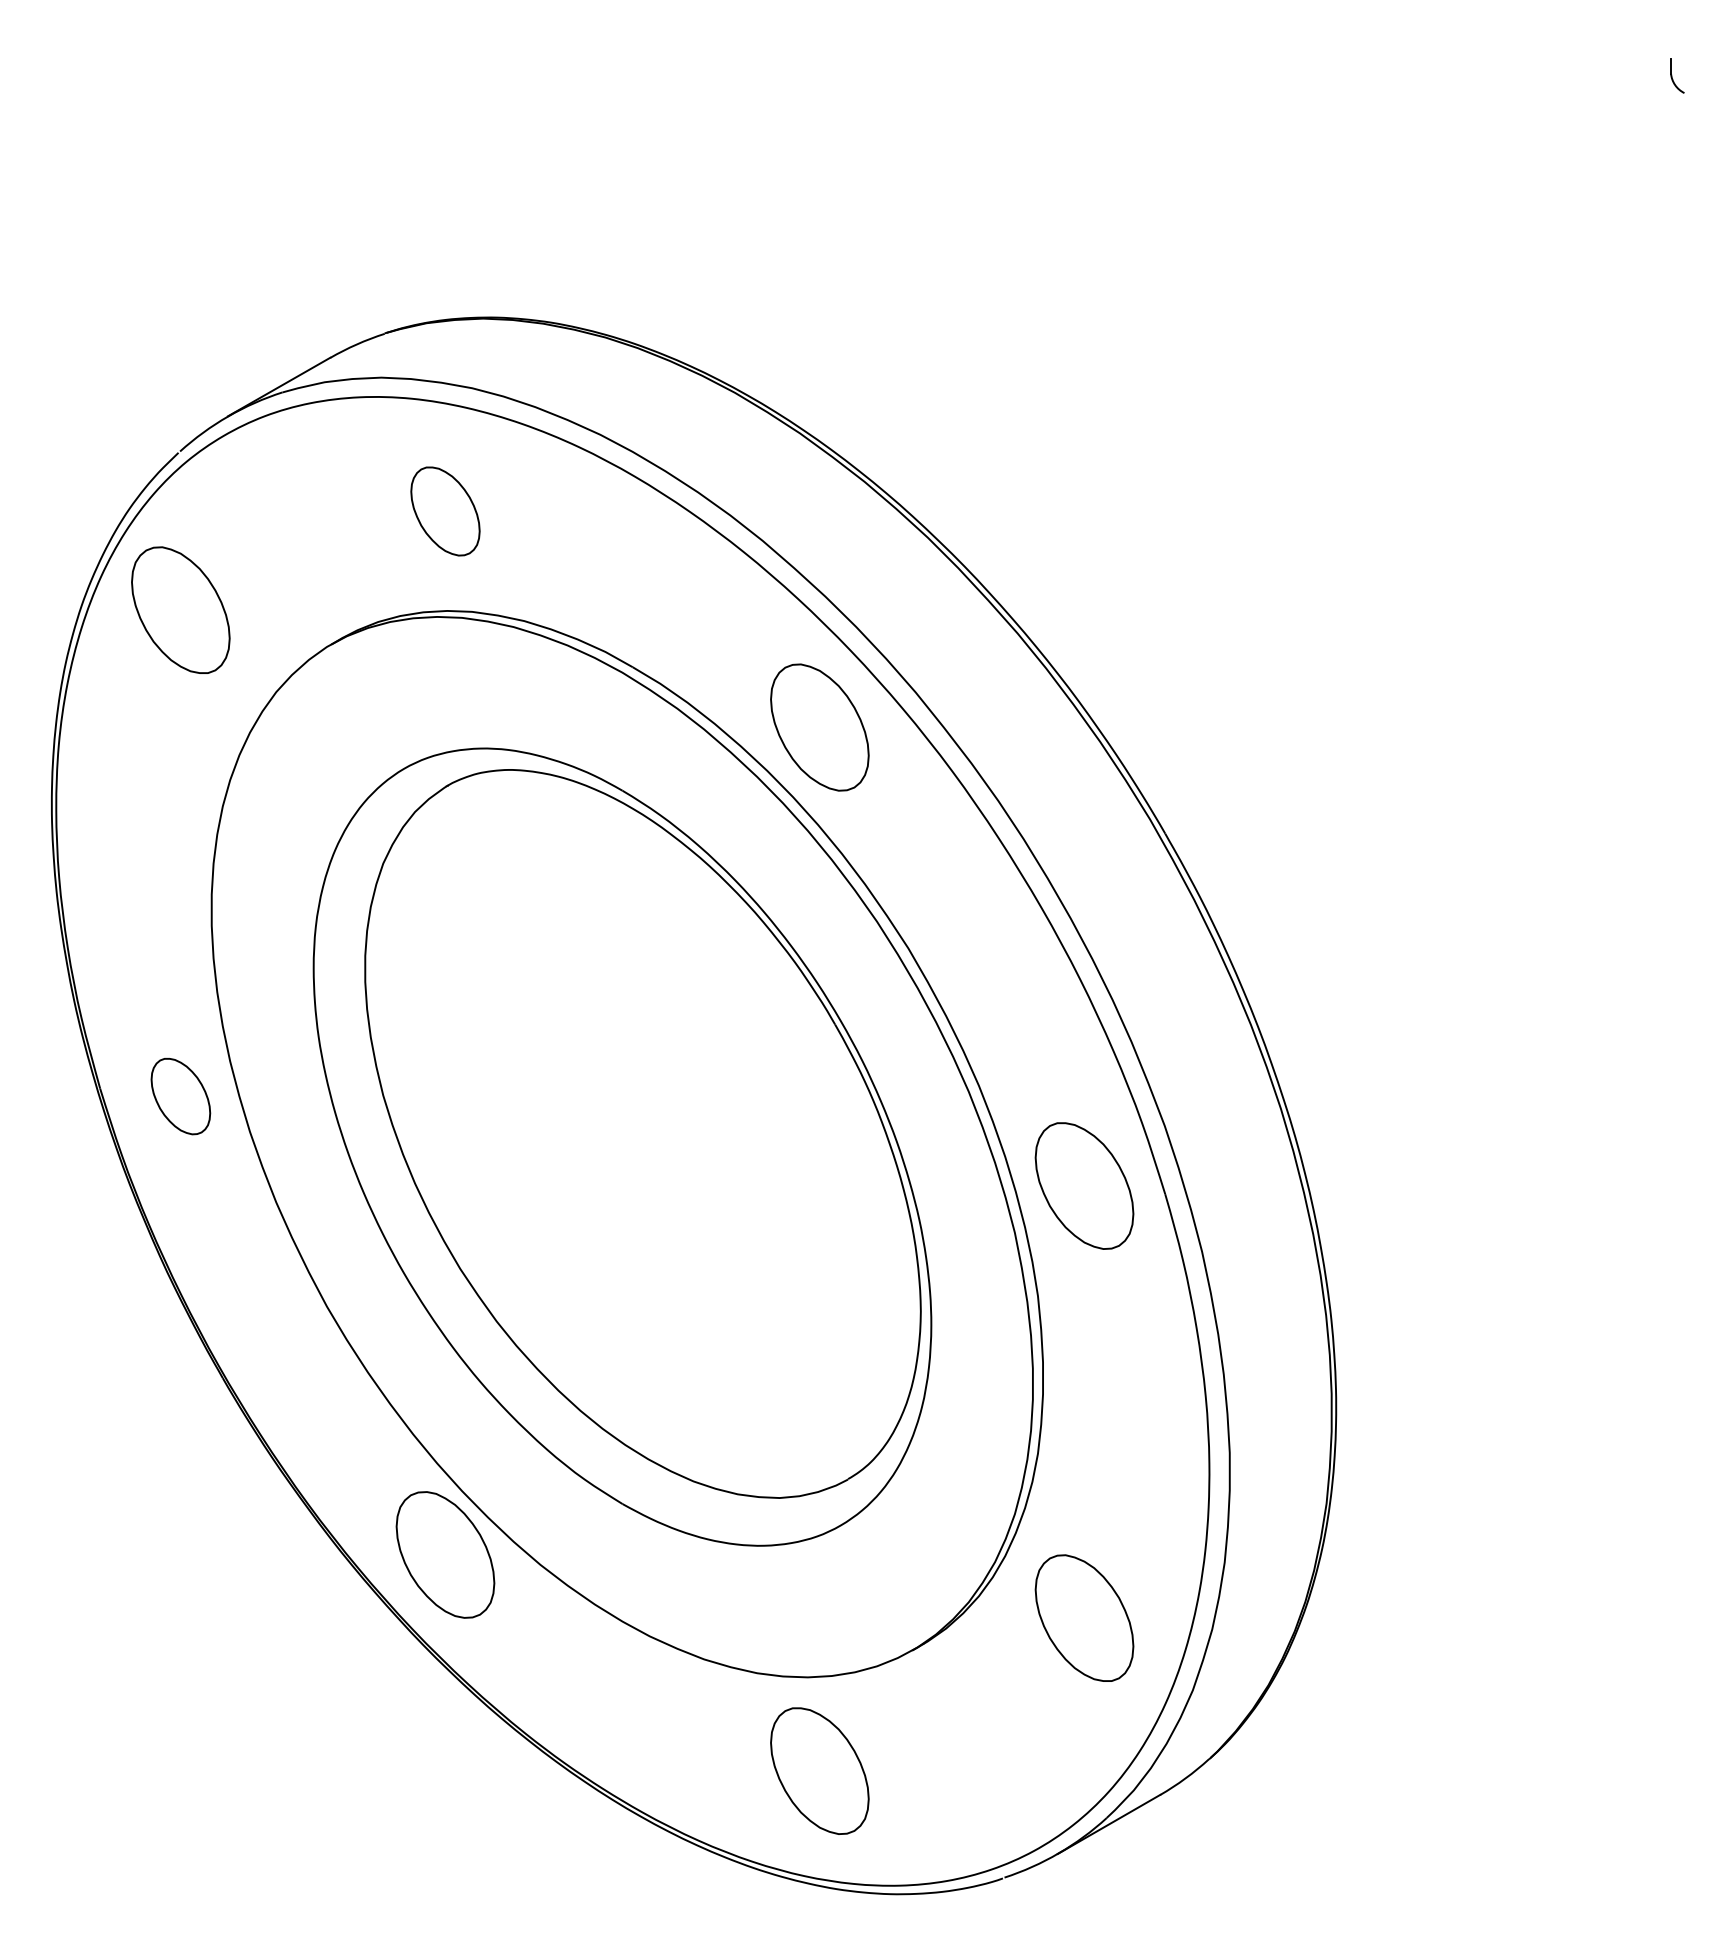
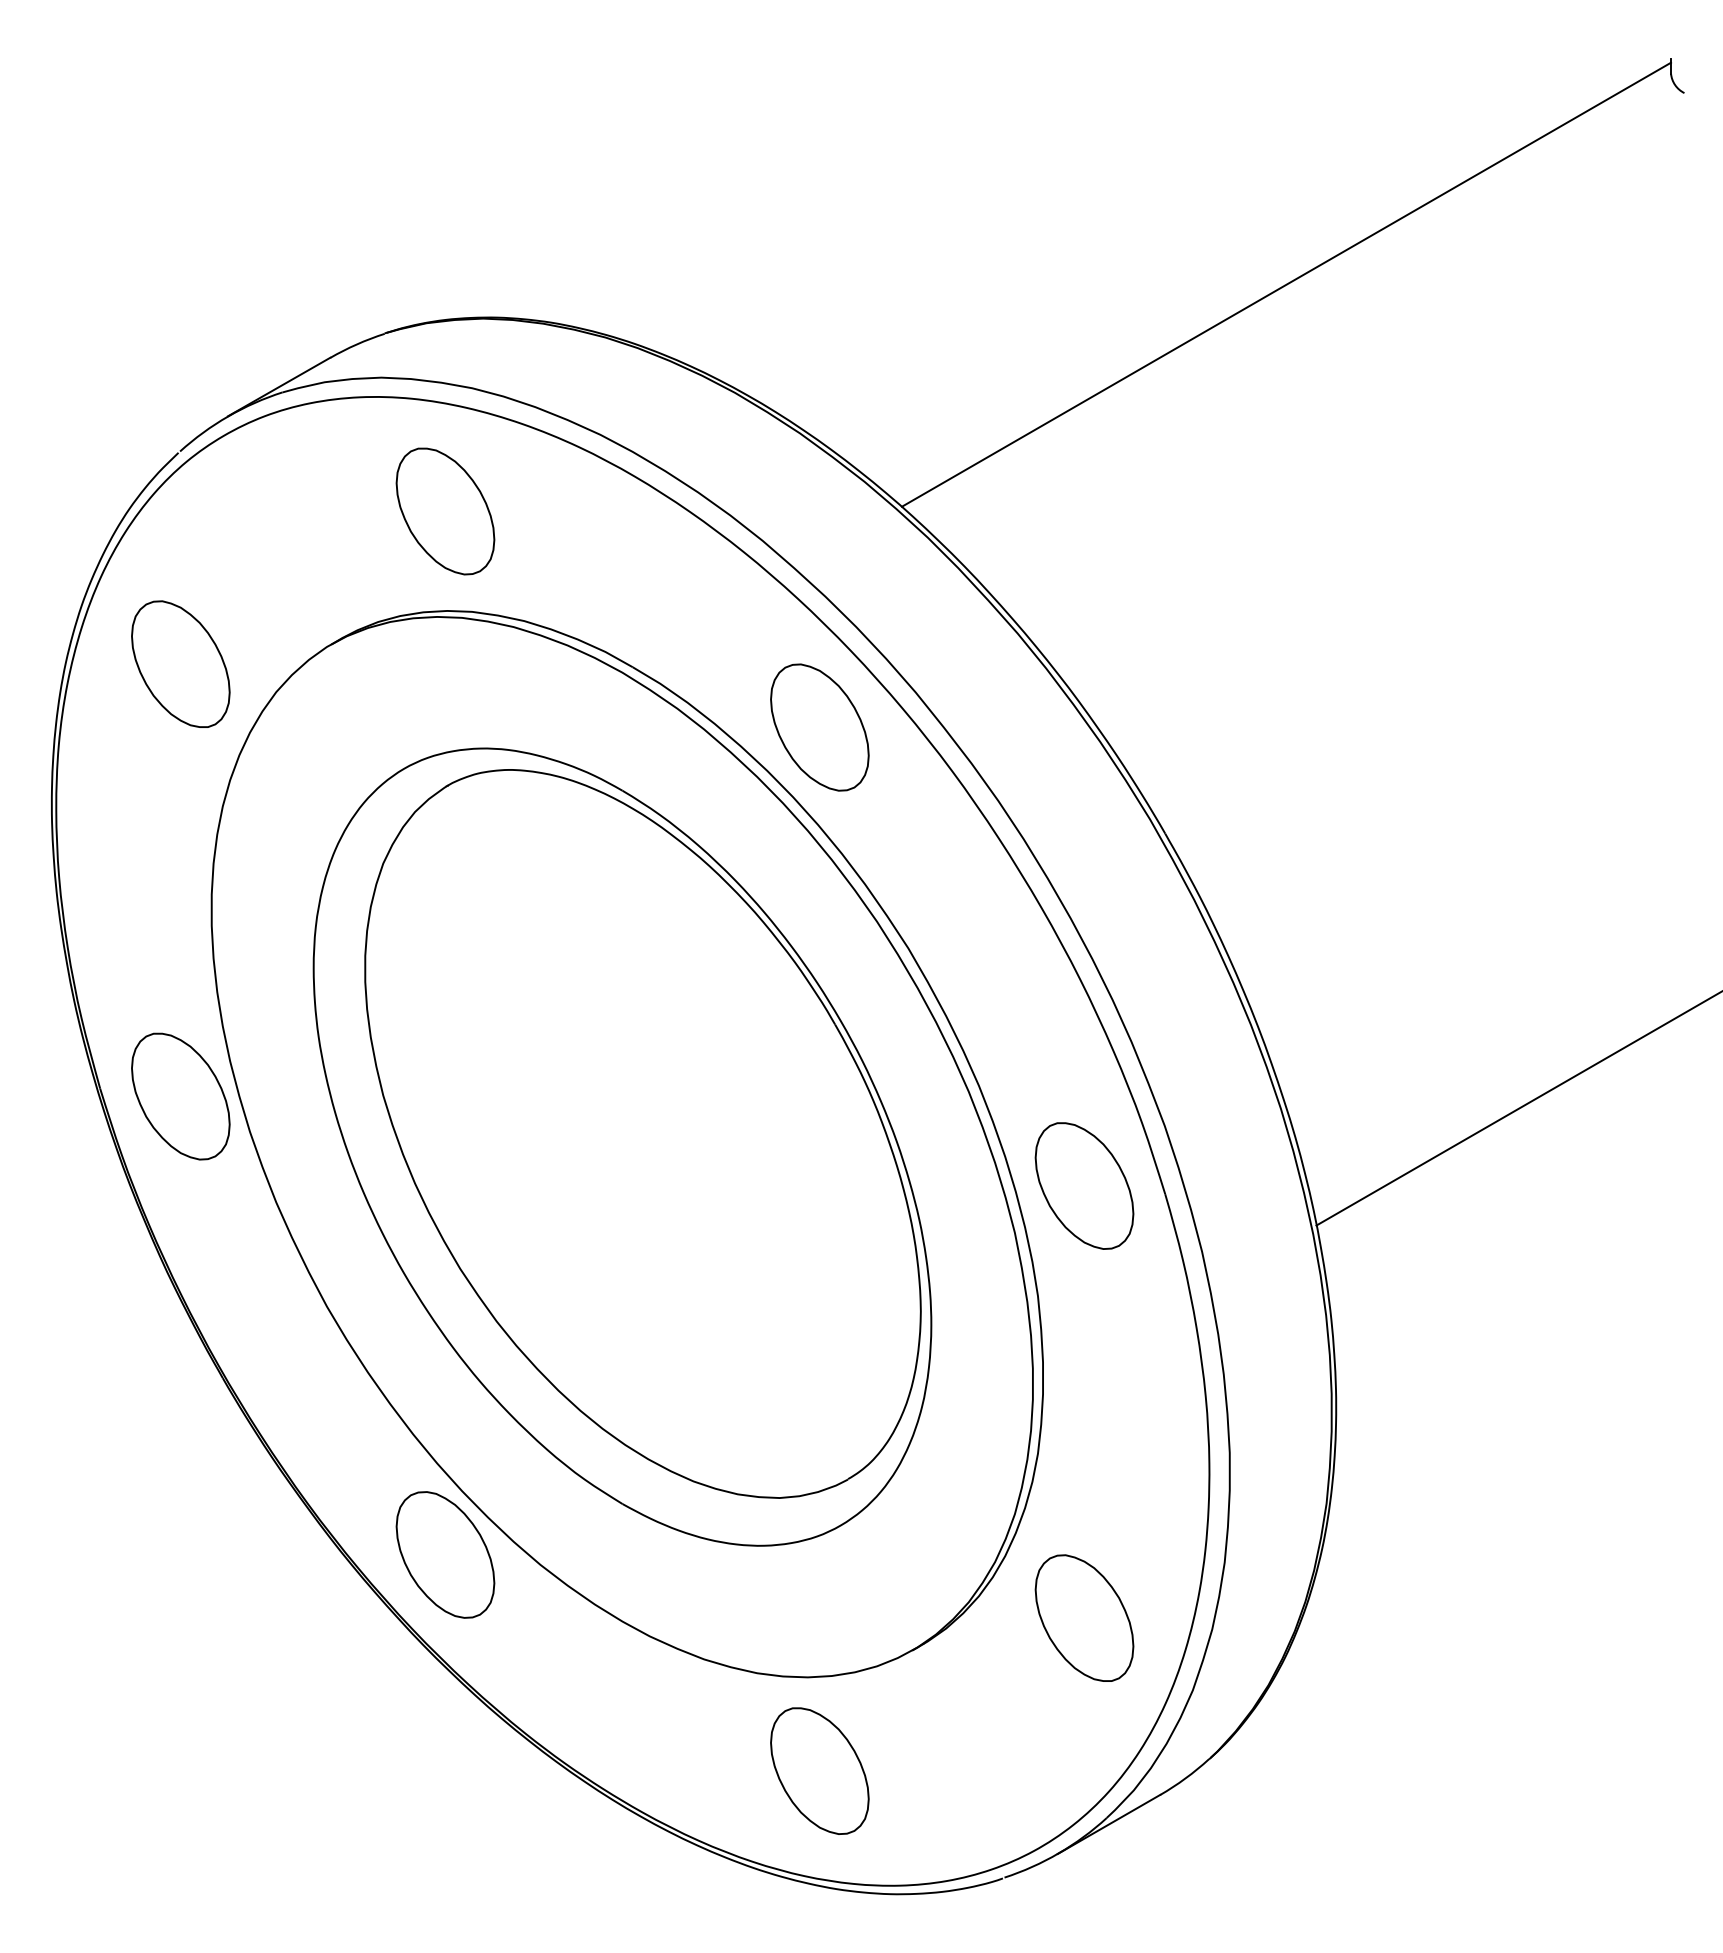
line at (1286, 284): none -> present
part at (445, 511) size: 71x91 px -> 101x129 px
part at (180, 609) position: (180, 609) -> (180, 663)
part at (180, 1096) size: 62x78 px -> 100x129 px
line at (1517, 1108): none -> present
